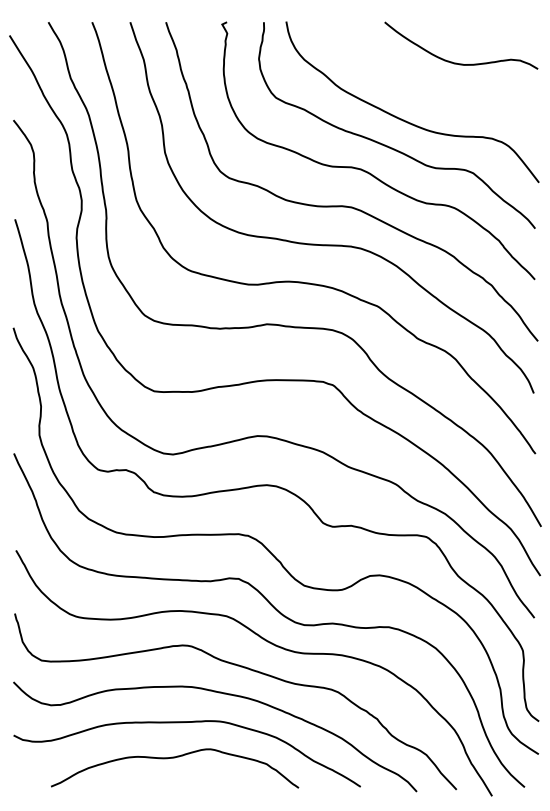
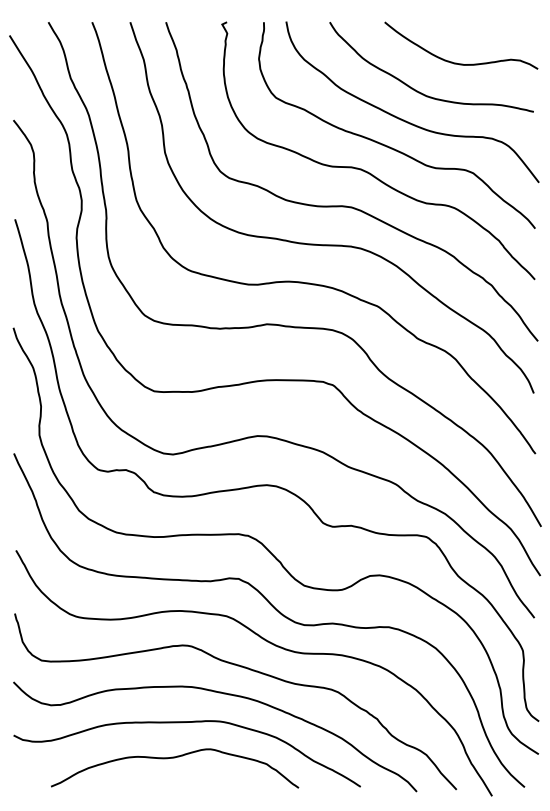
curve at (419, 91): none -> present
